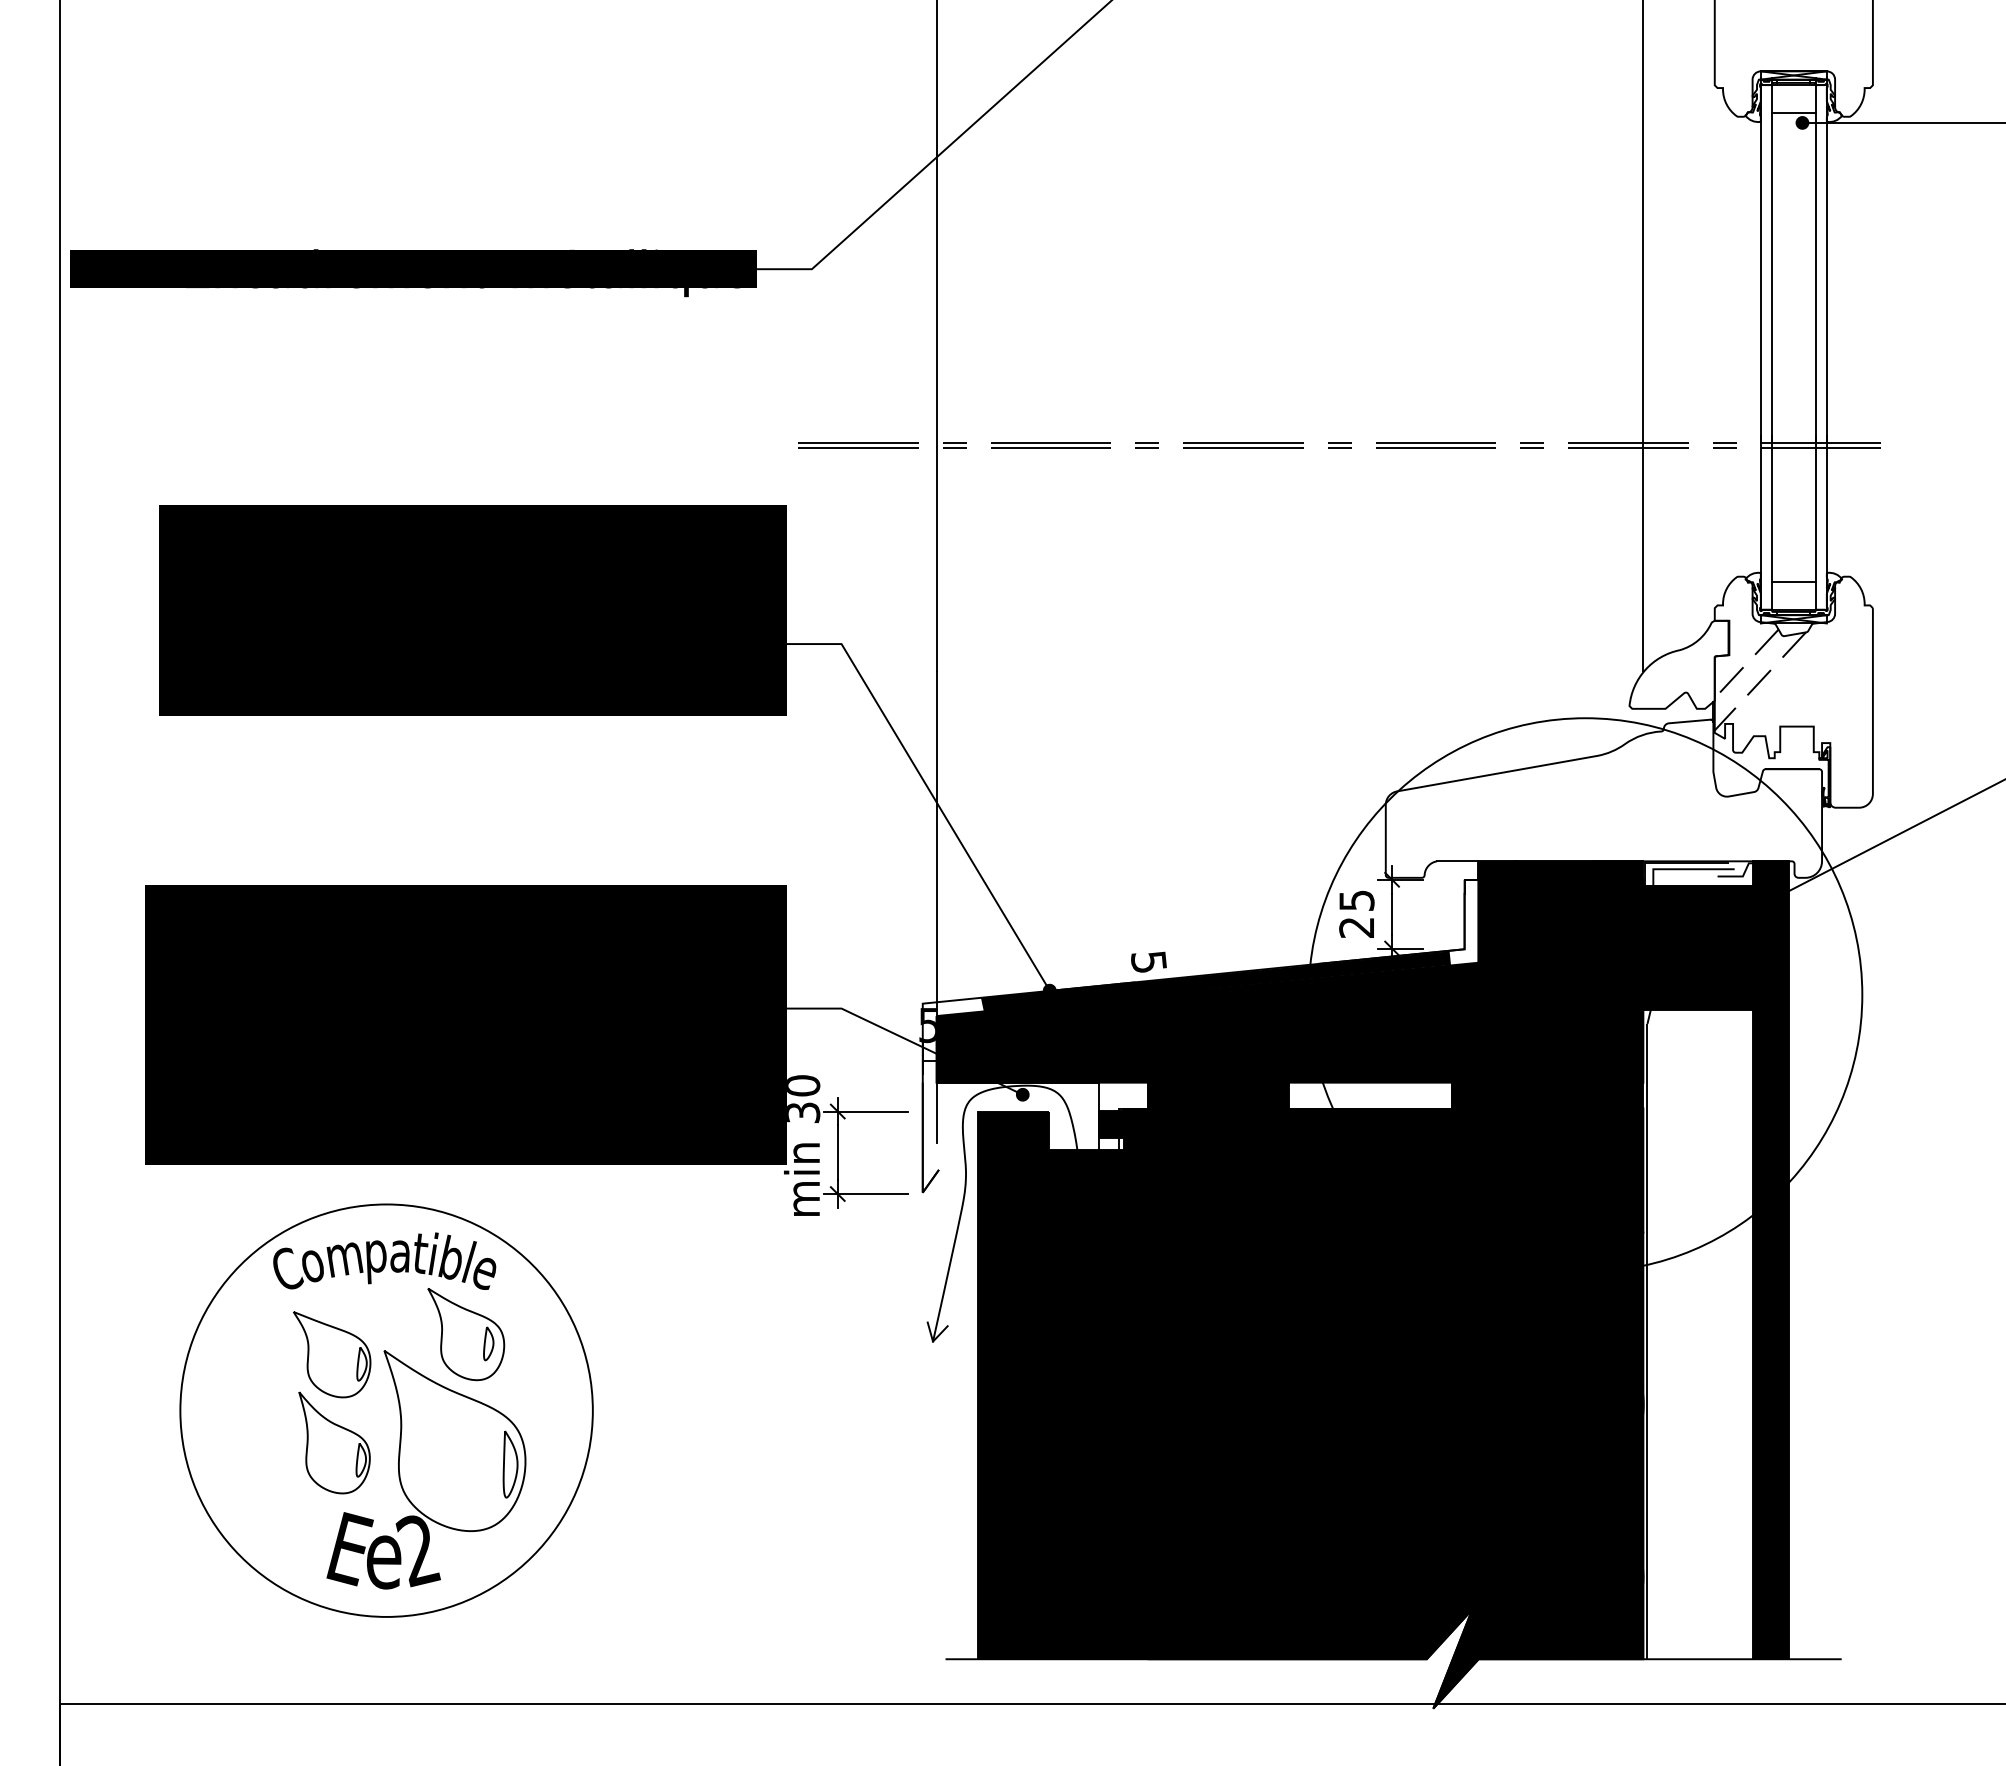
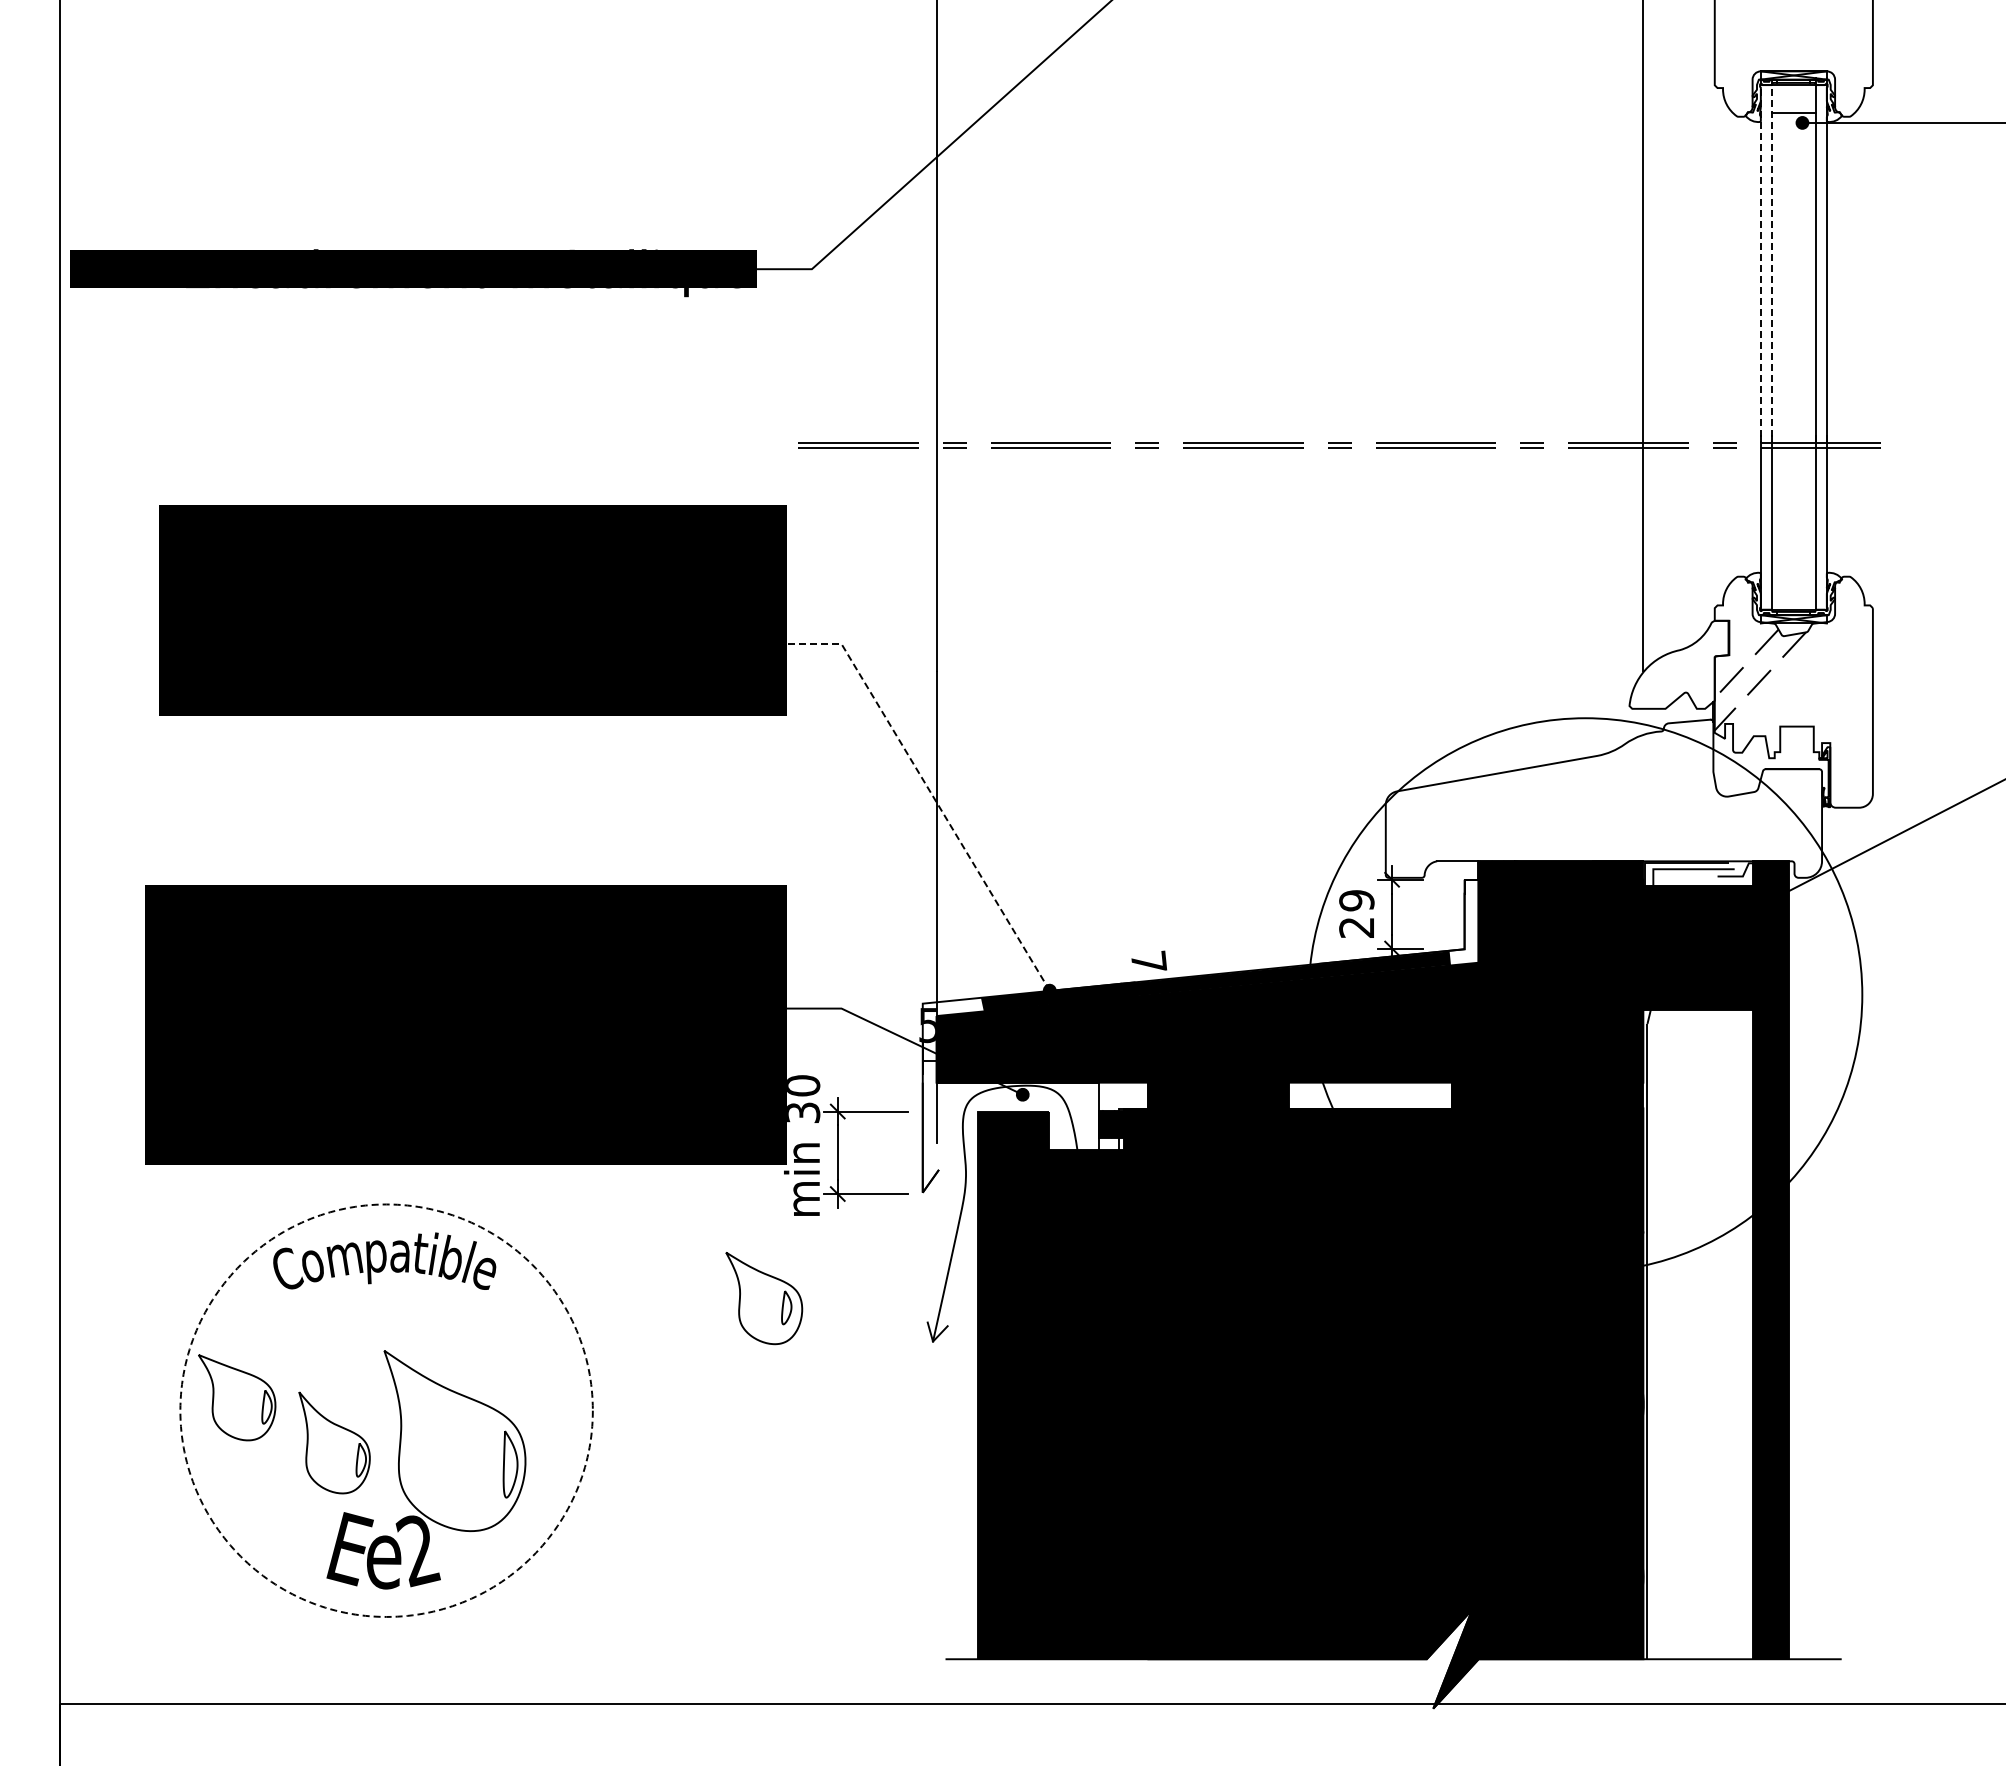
line at (1760, 260): solid -> dashed
line at (1771, 260): solid -> dashed
line at (1793, 581): present -> none
line at (930, 792): solid -> dashed
text at (1356, 900): 25 -> 29
text at (1149, 961): 5 -> 7
part at (466, 1334) position: (466, 1334) -> (764, 1298)
part at (332, 1354) position: (332, 1354) -> (237, 1397)
circle at (386, 1410): solid -> dashed
